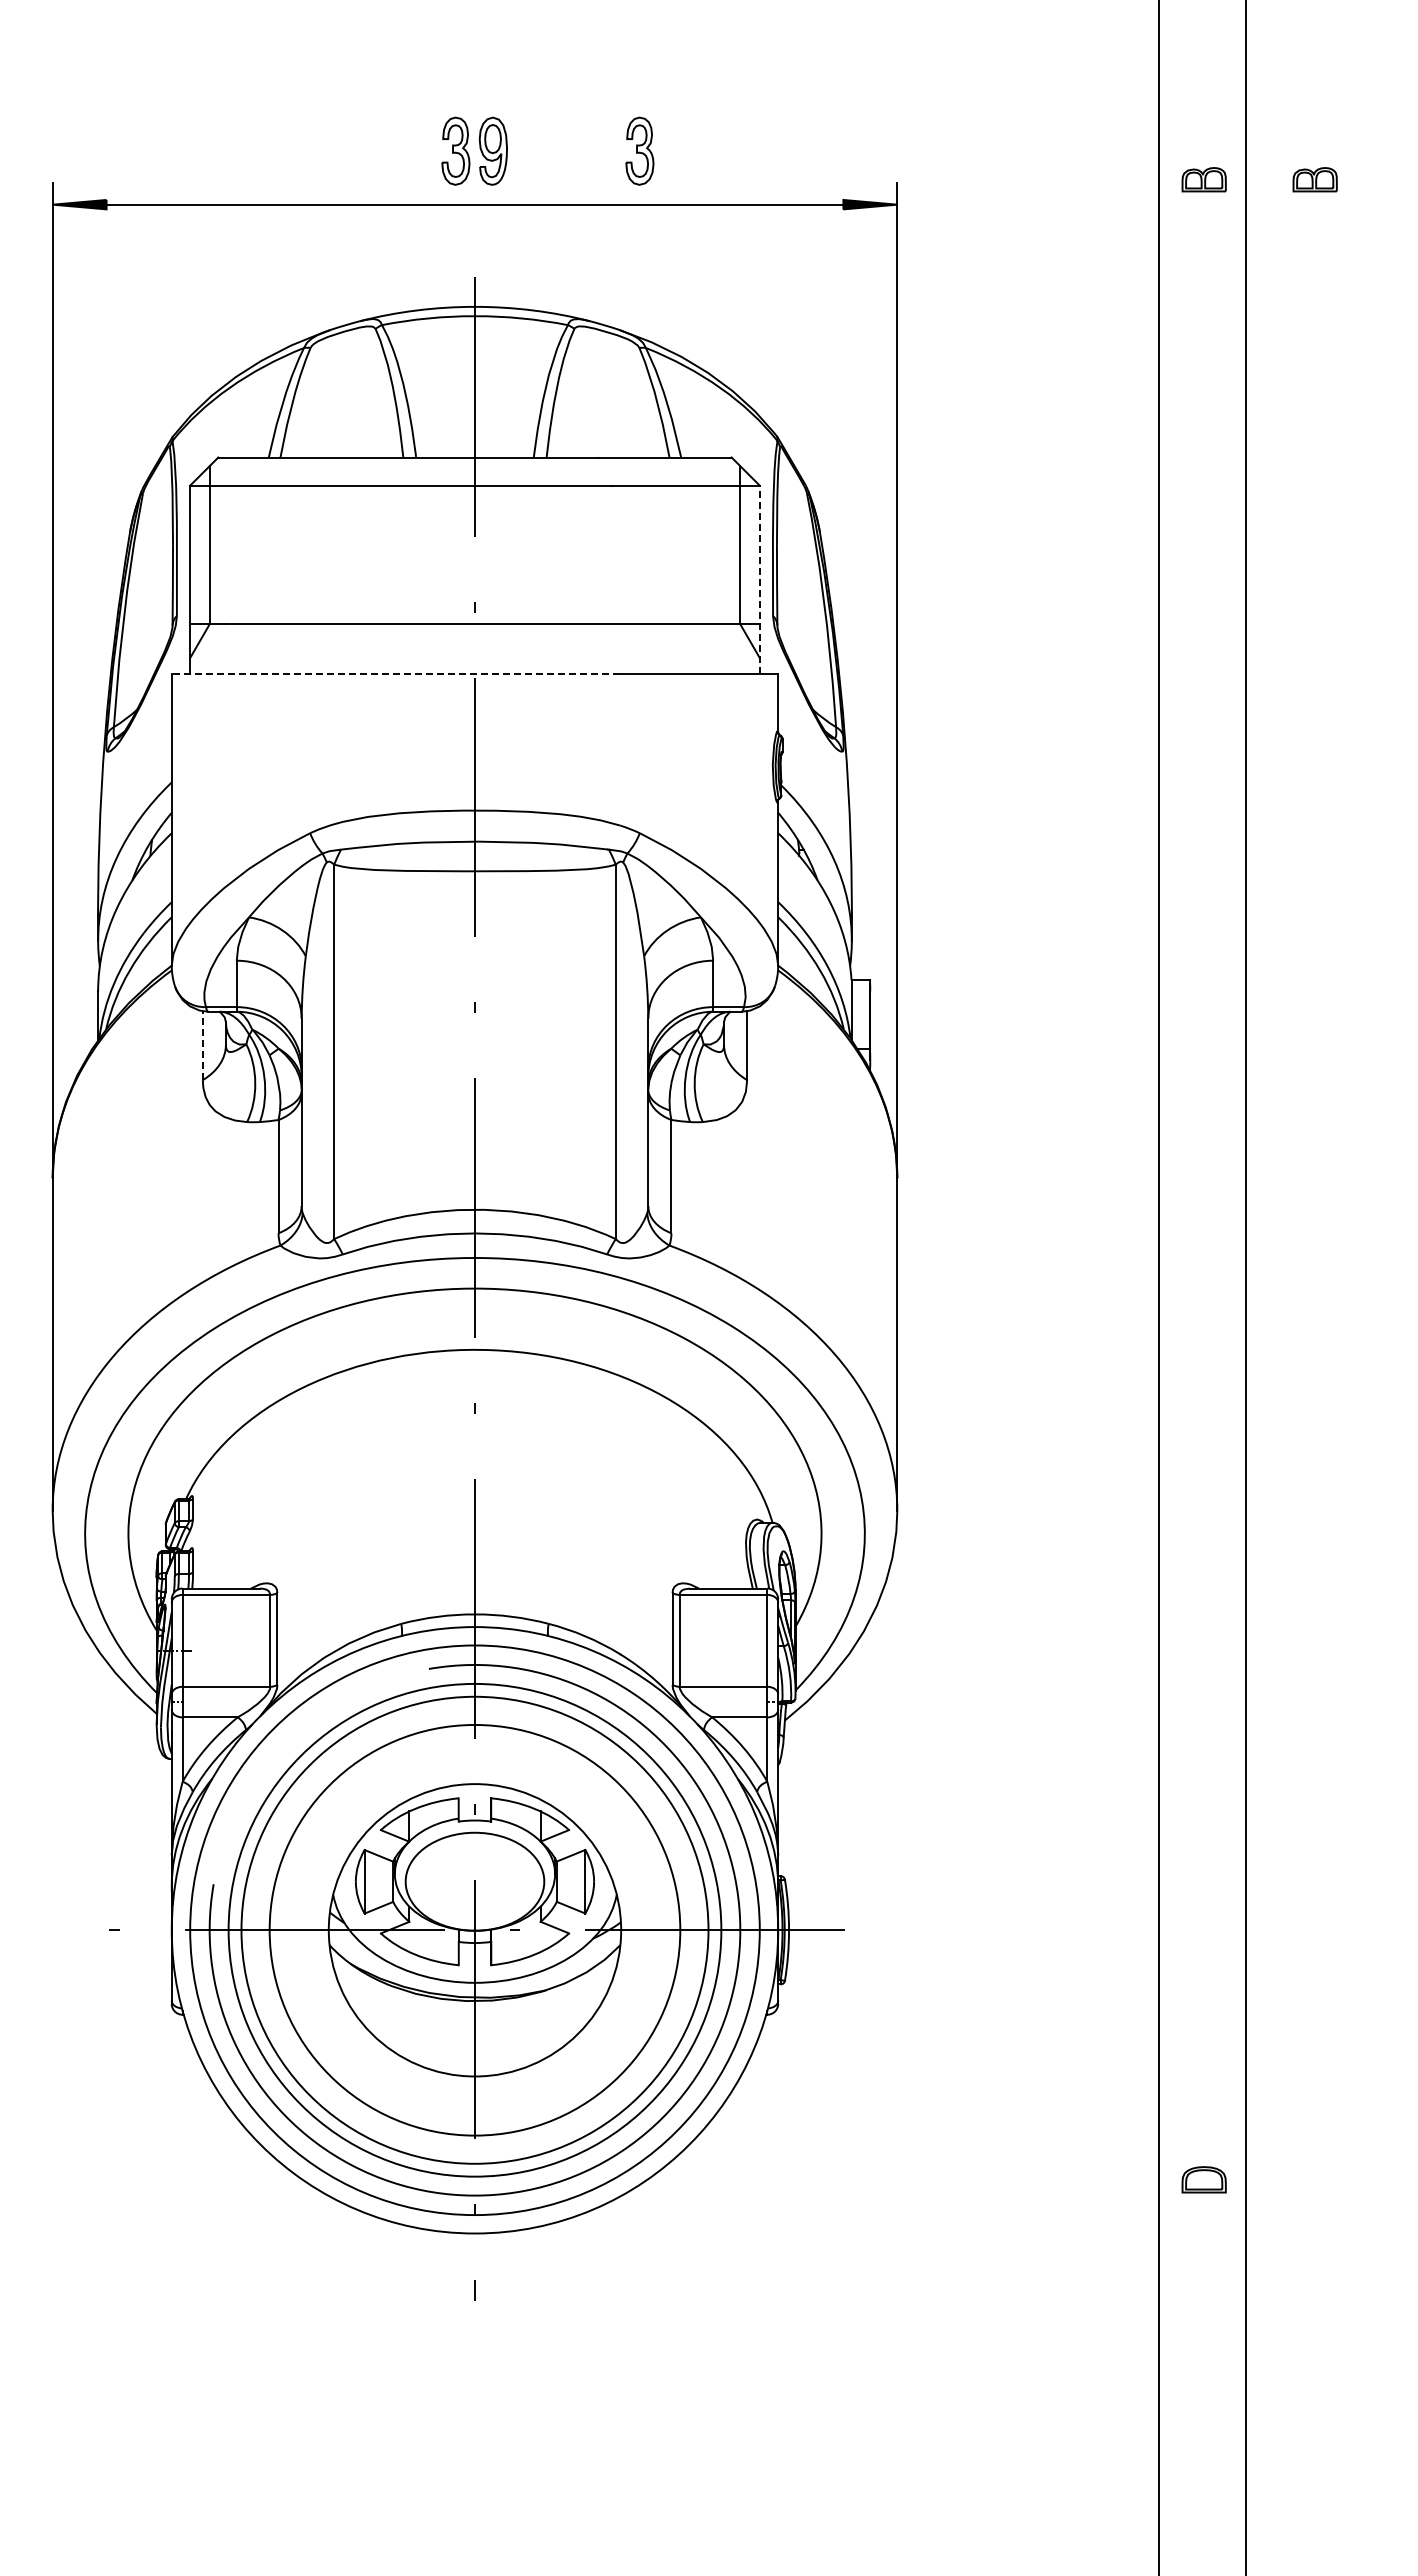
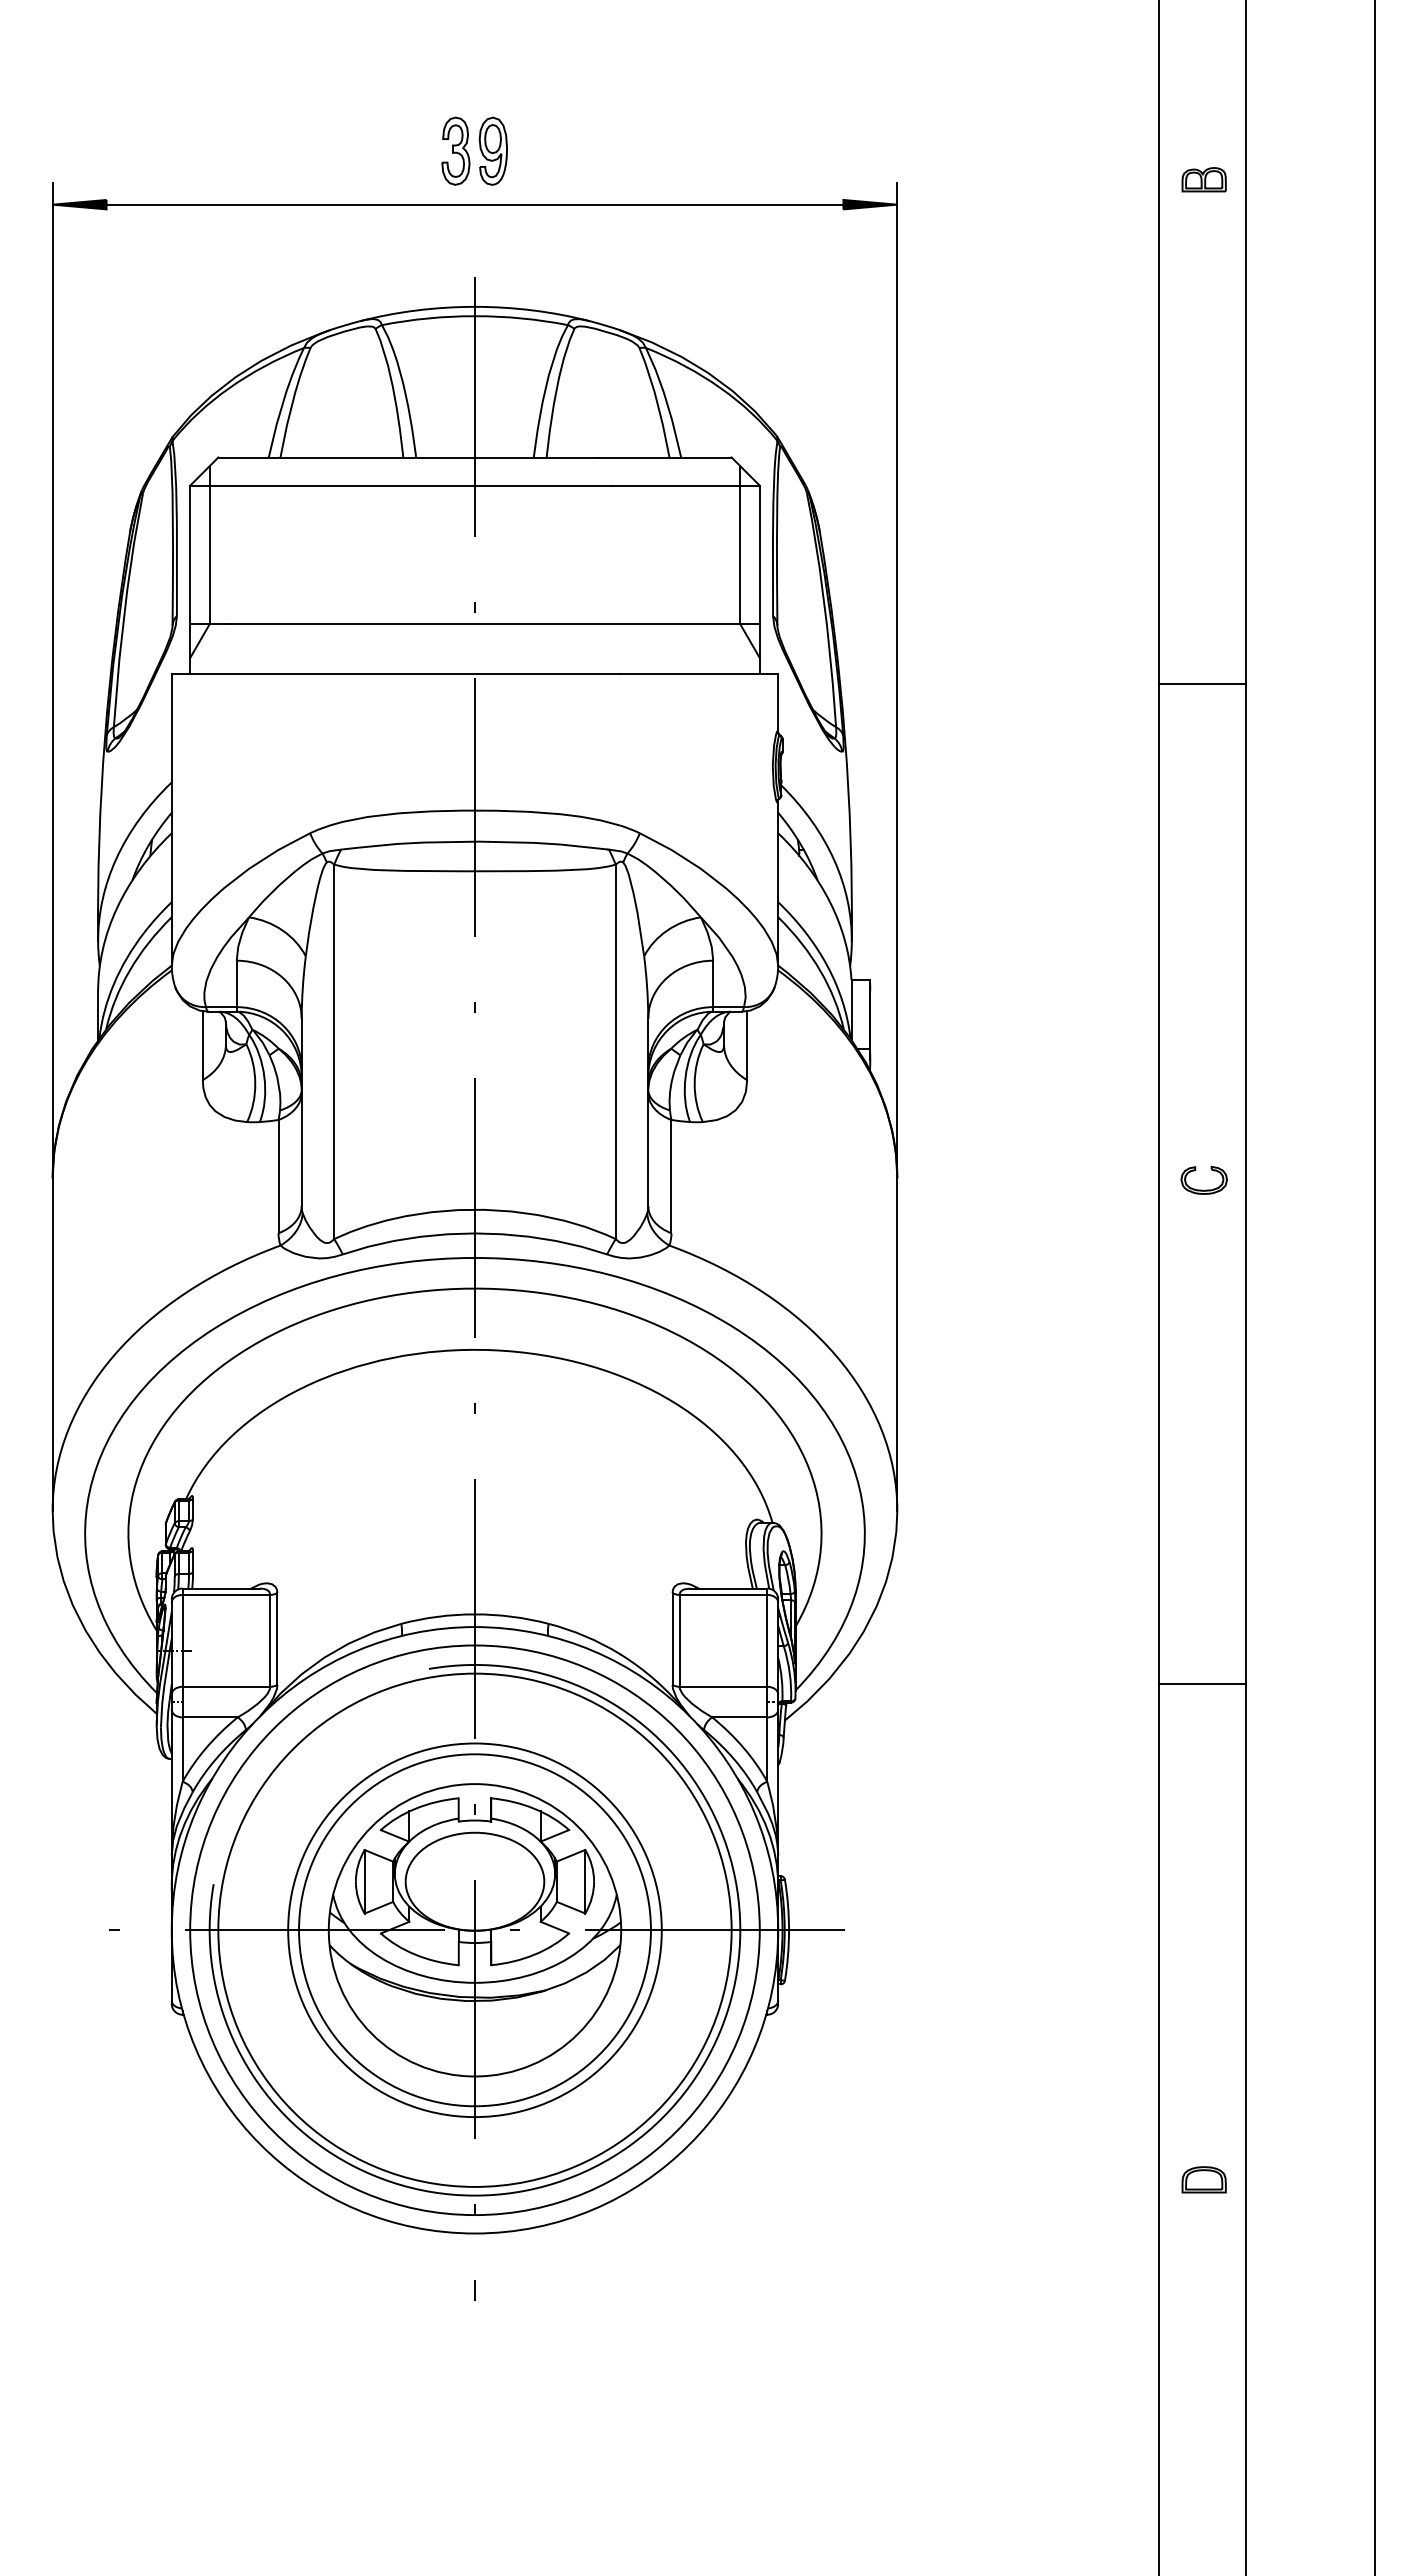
part at (639, 150): present -> none
part at (1314, 179): present -> none
line at (759, 579): dashed -> solid
line at (395, 674): dashed -> solid
line at (1201, 683): none -> present
line at (202, 1045): dashed -> solid
part at (1202, 1189): none -> present
line at (1375, 1287): none -> present
line at (1201, 1683): none -> present
circle at (474, 1929) diameter: 411 px -> 513 px
circle at (474, 1929) diameter: 467 px -> 374 px
circle at (474, 1929) diameter: 493 px -> 352 px
